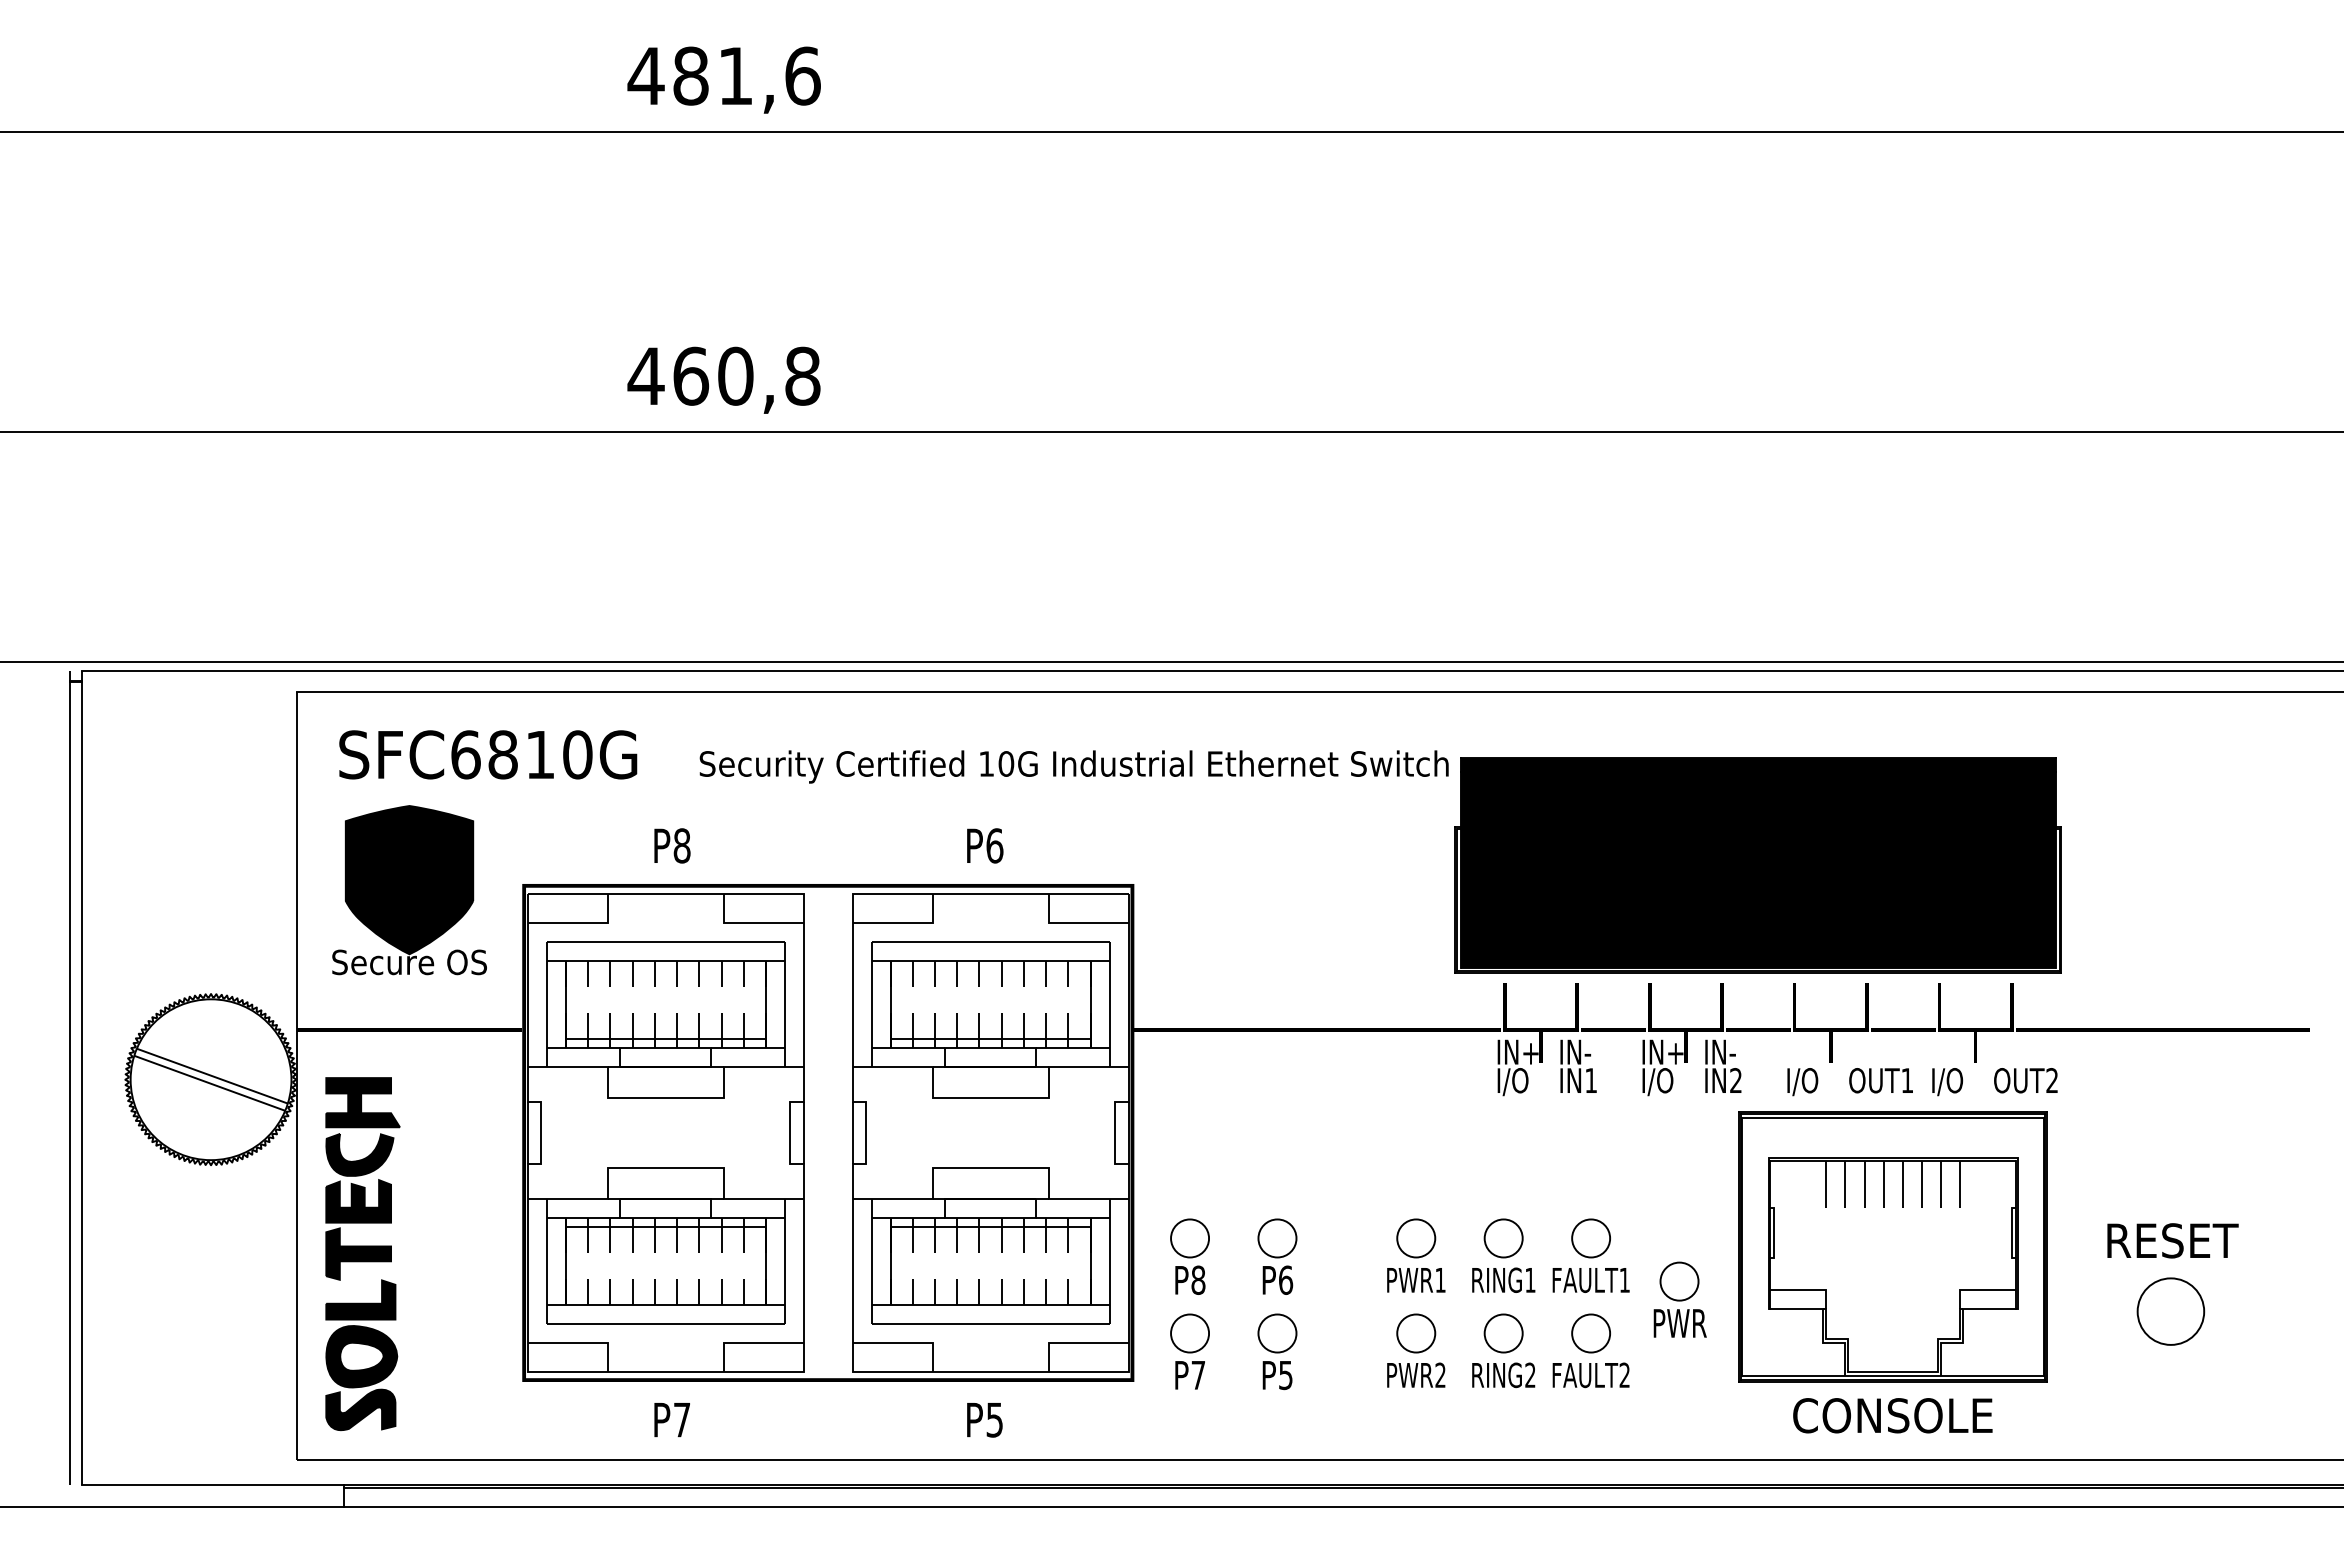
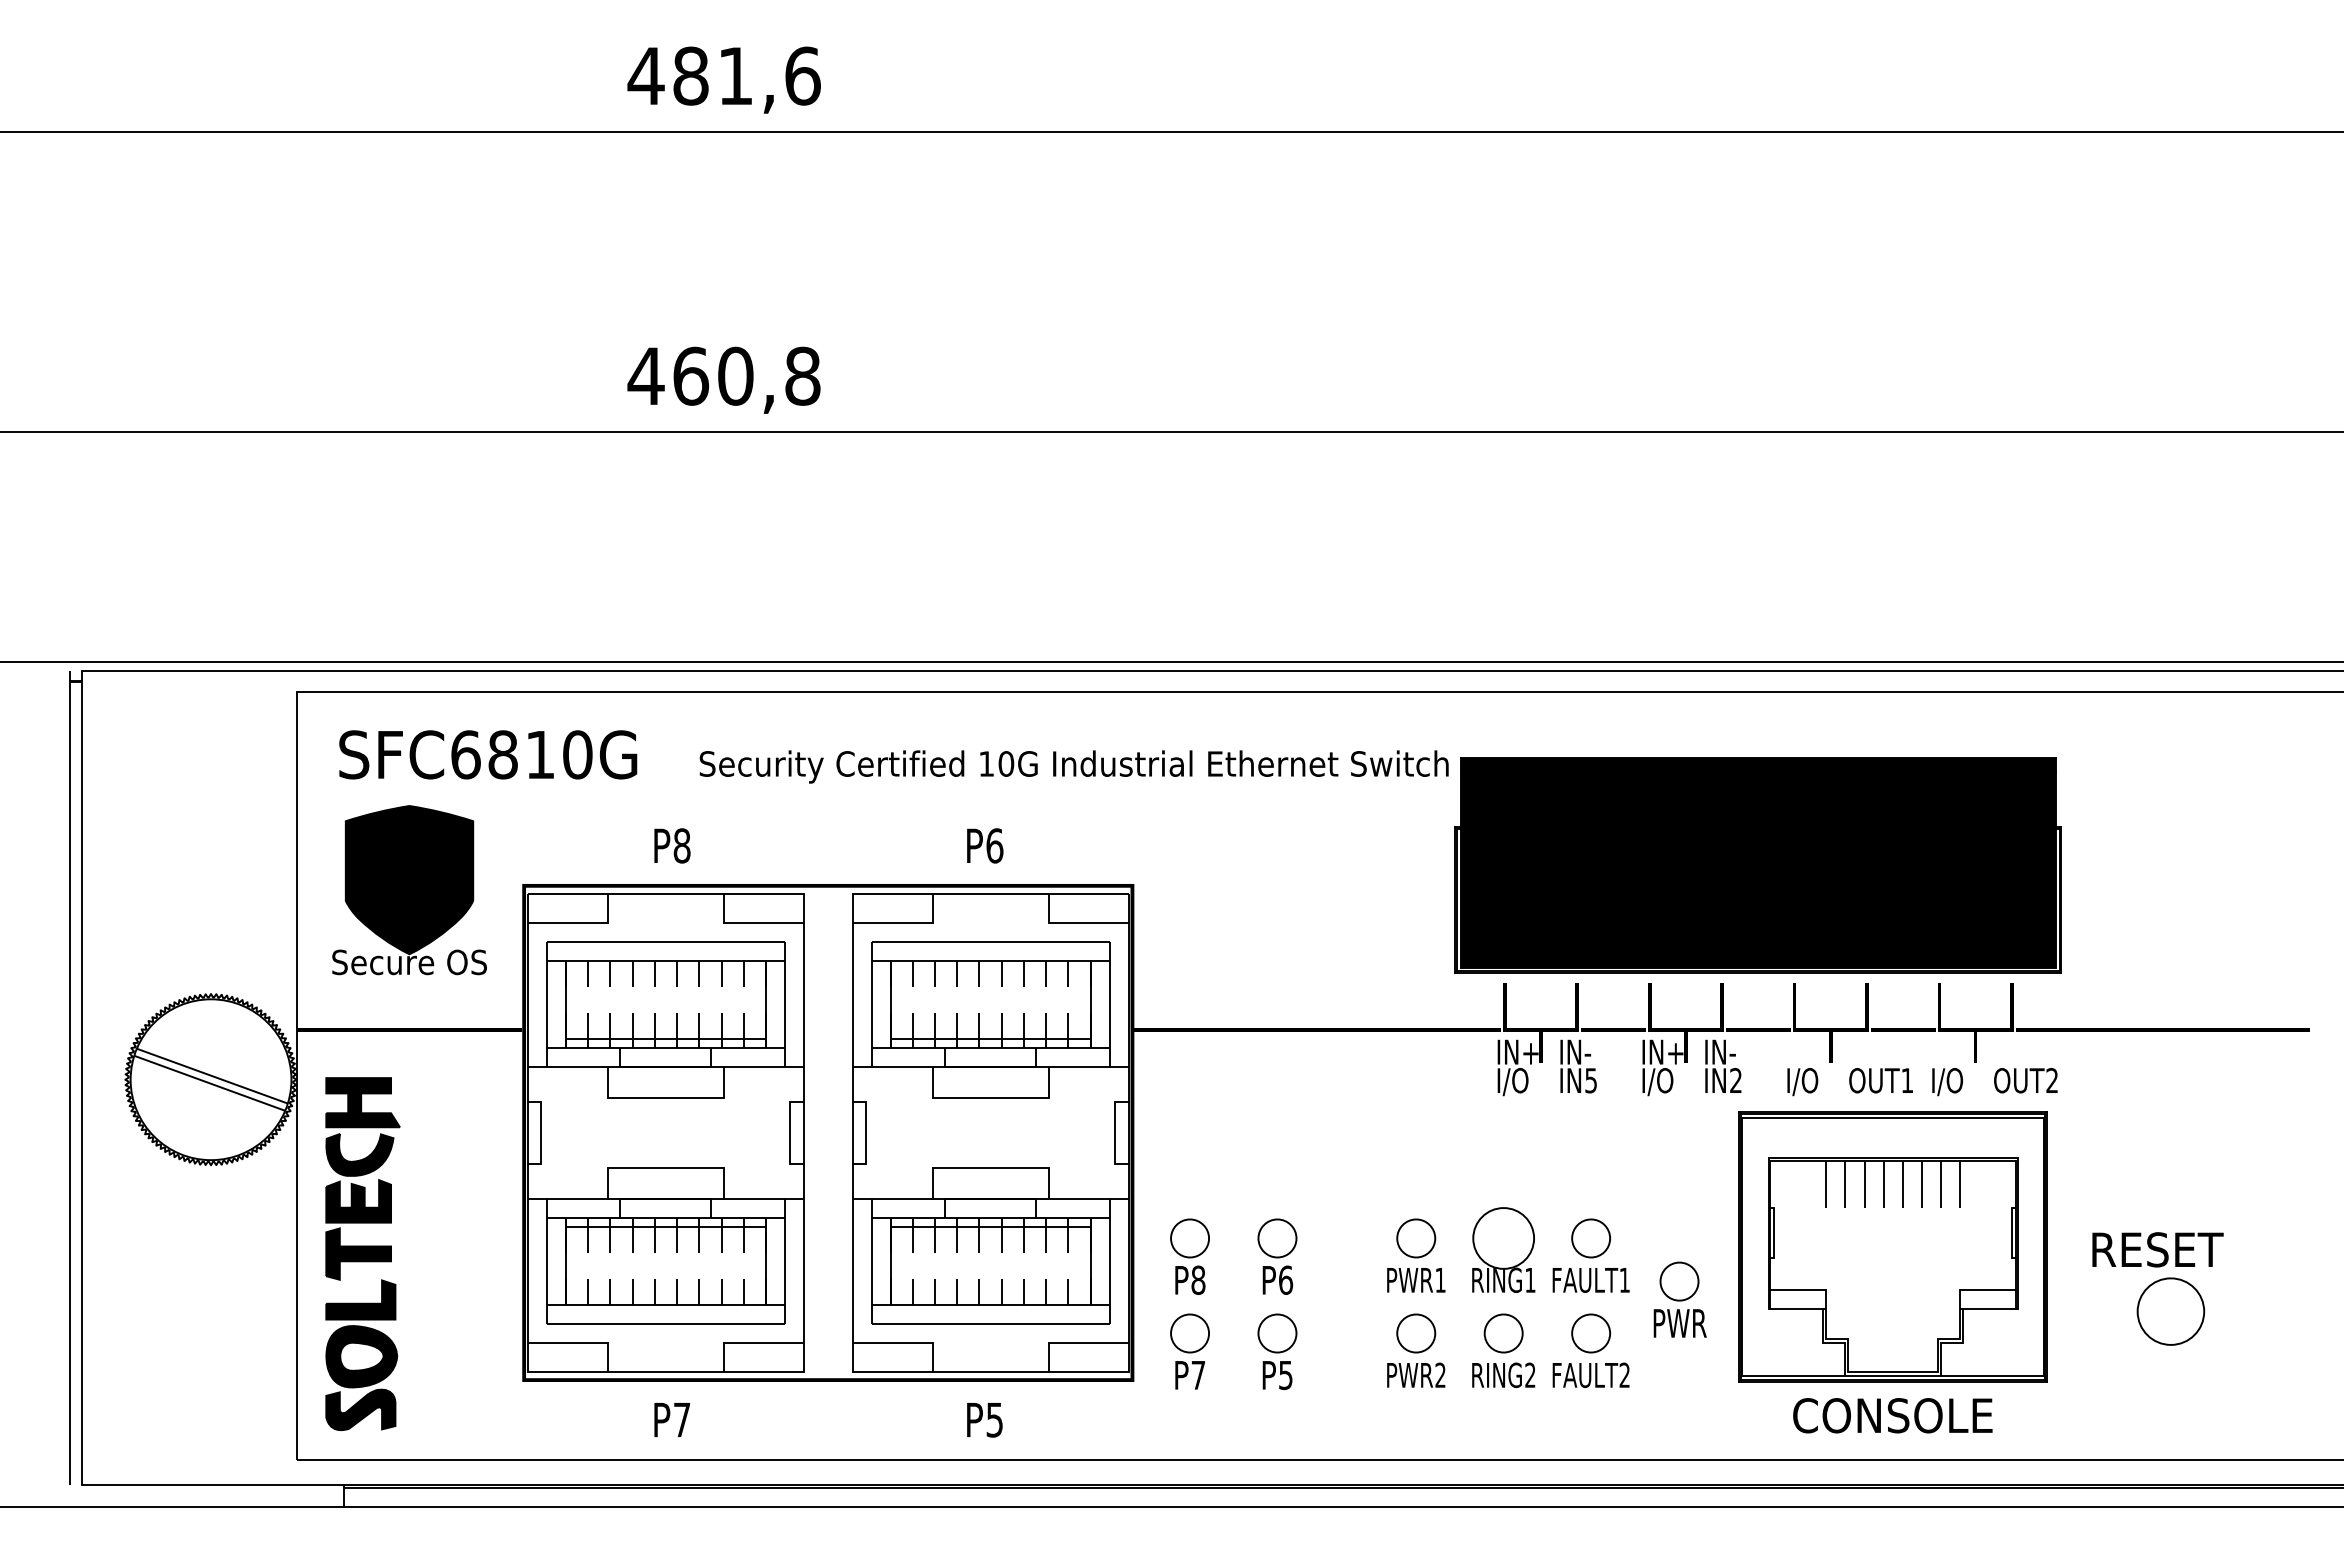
text at (1590, 1080): IN1 -> IN5
circle at (1503, 1238) diameter: 38 px -> 61 px
text at (2172, 1240) position: (2172, 1240) -> (2157, 1249)
